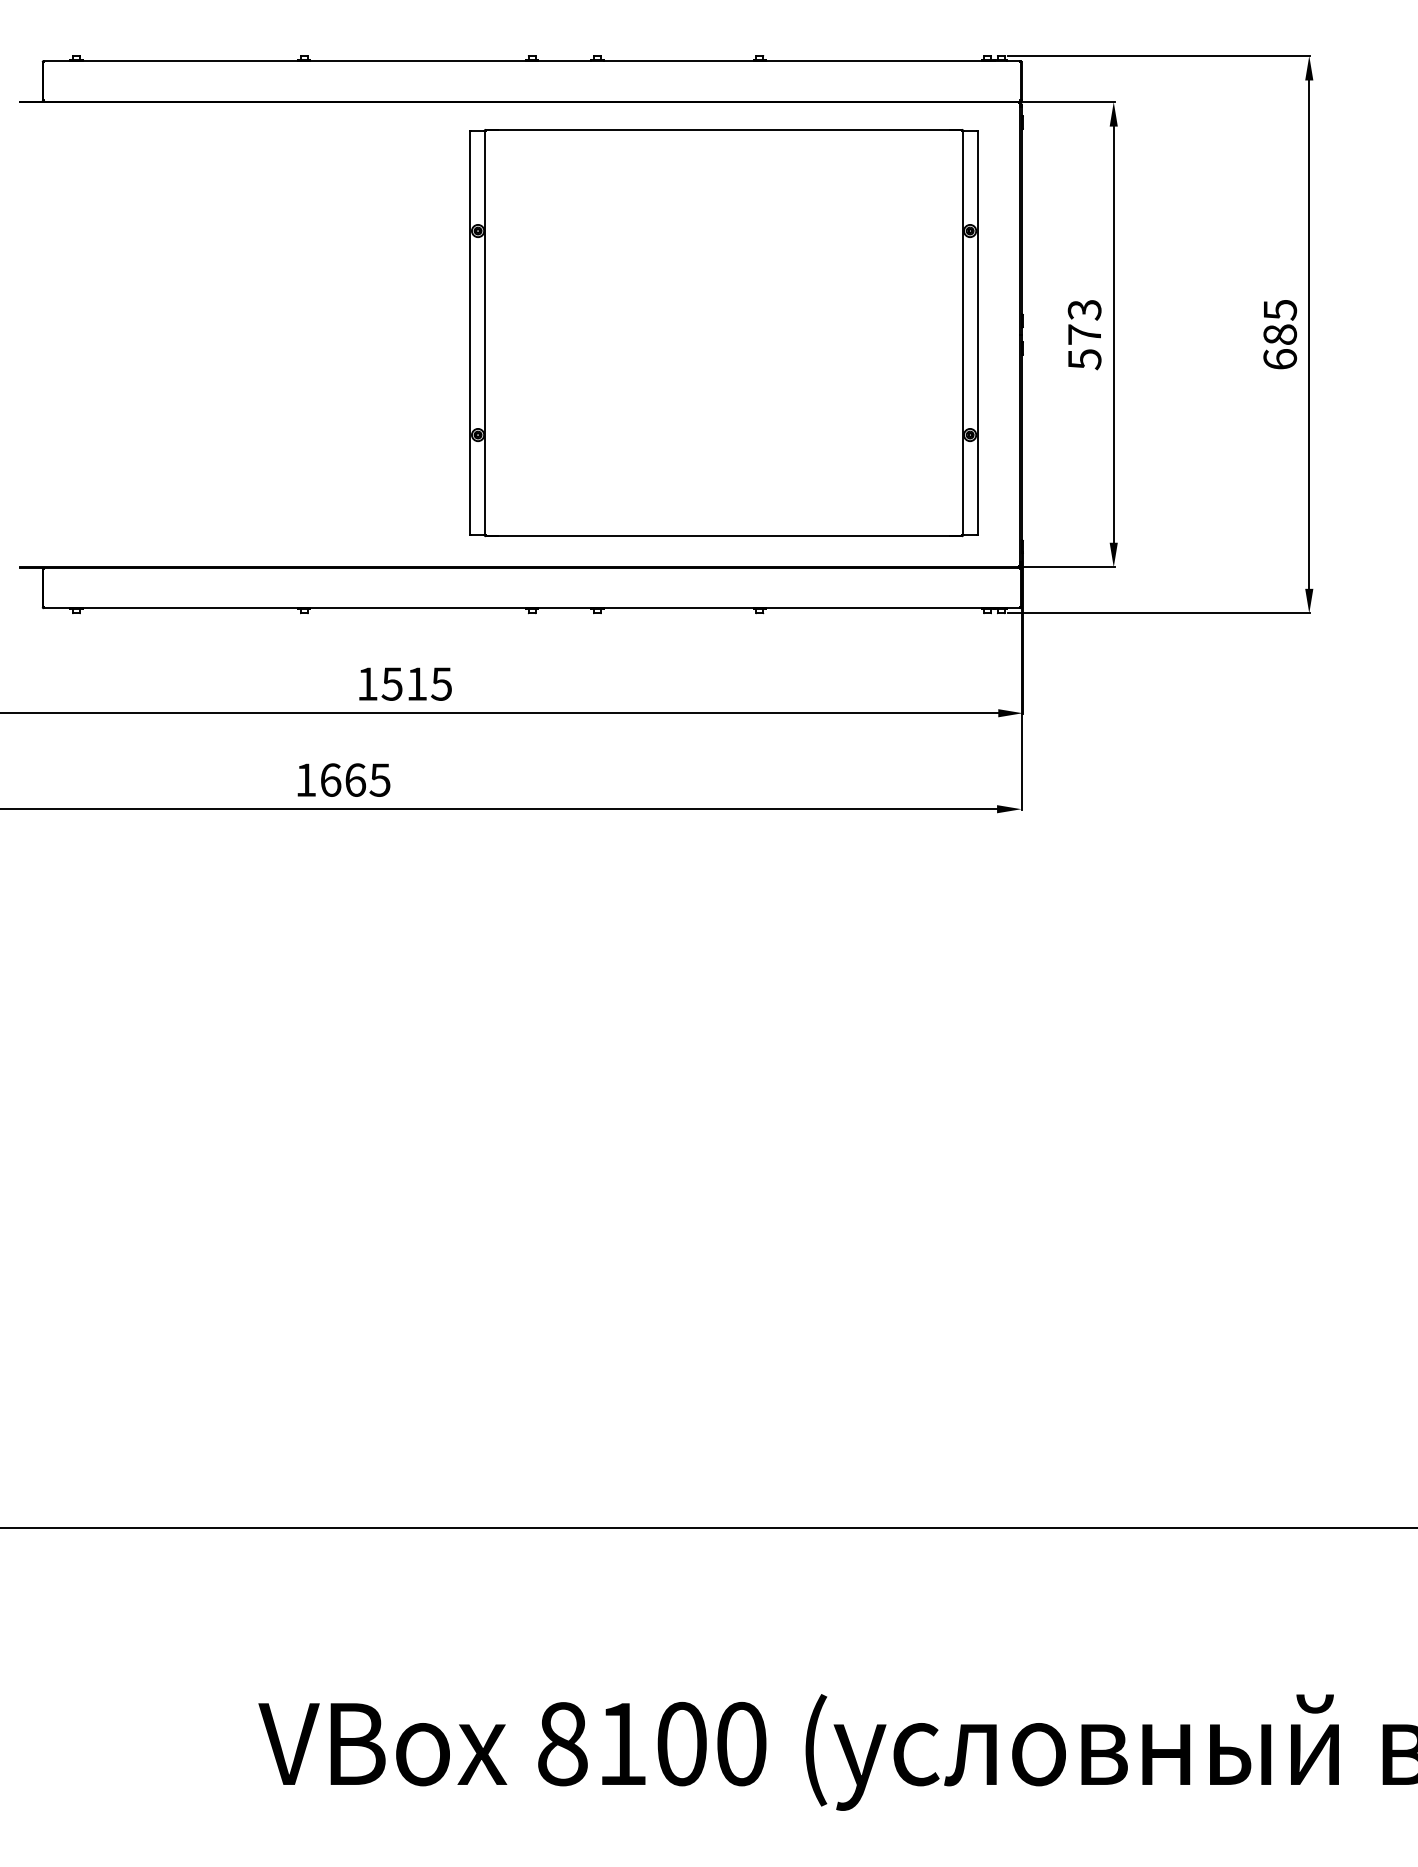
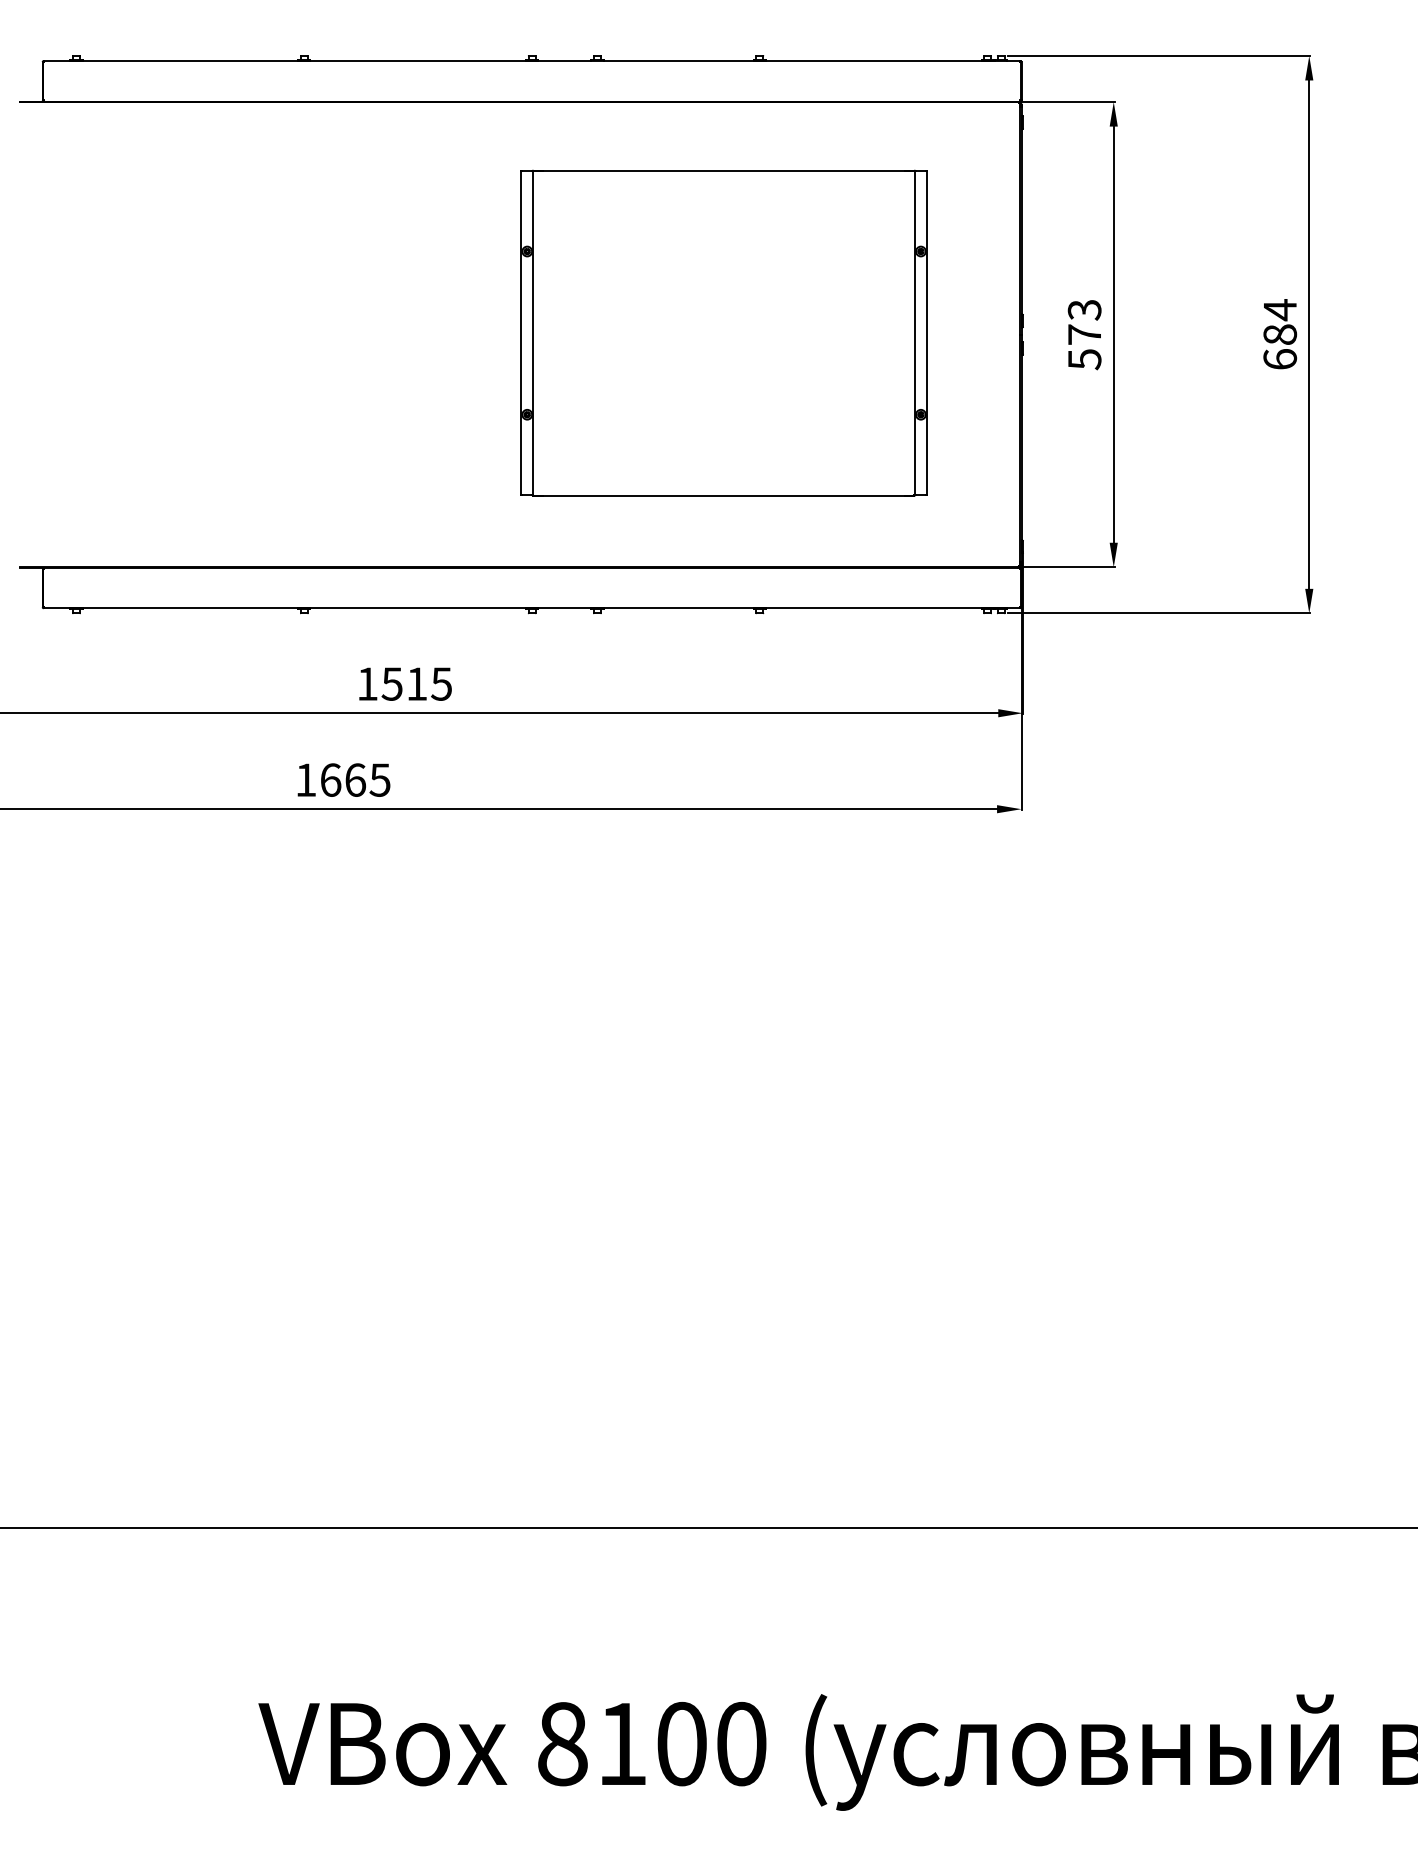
text at (1280, 310): 685 -> 684
part at (723, 333) size: 510x409 px -> 408x328 px
